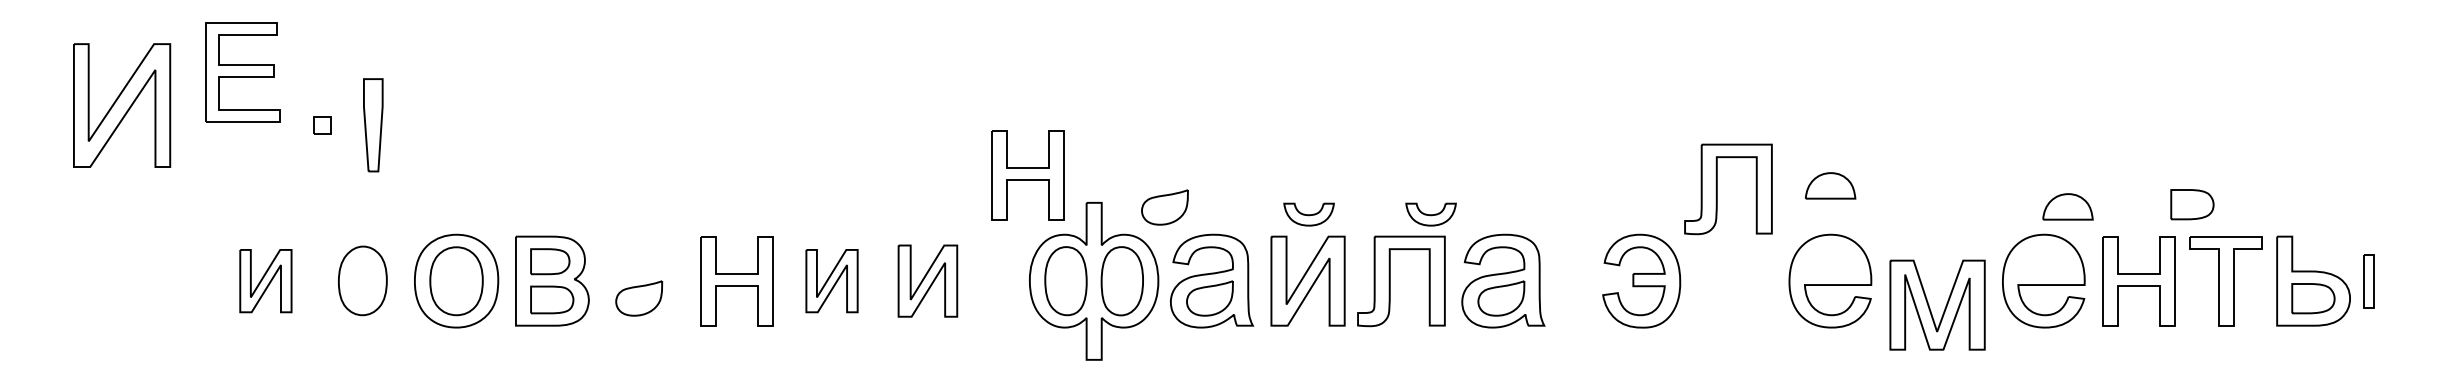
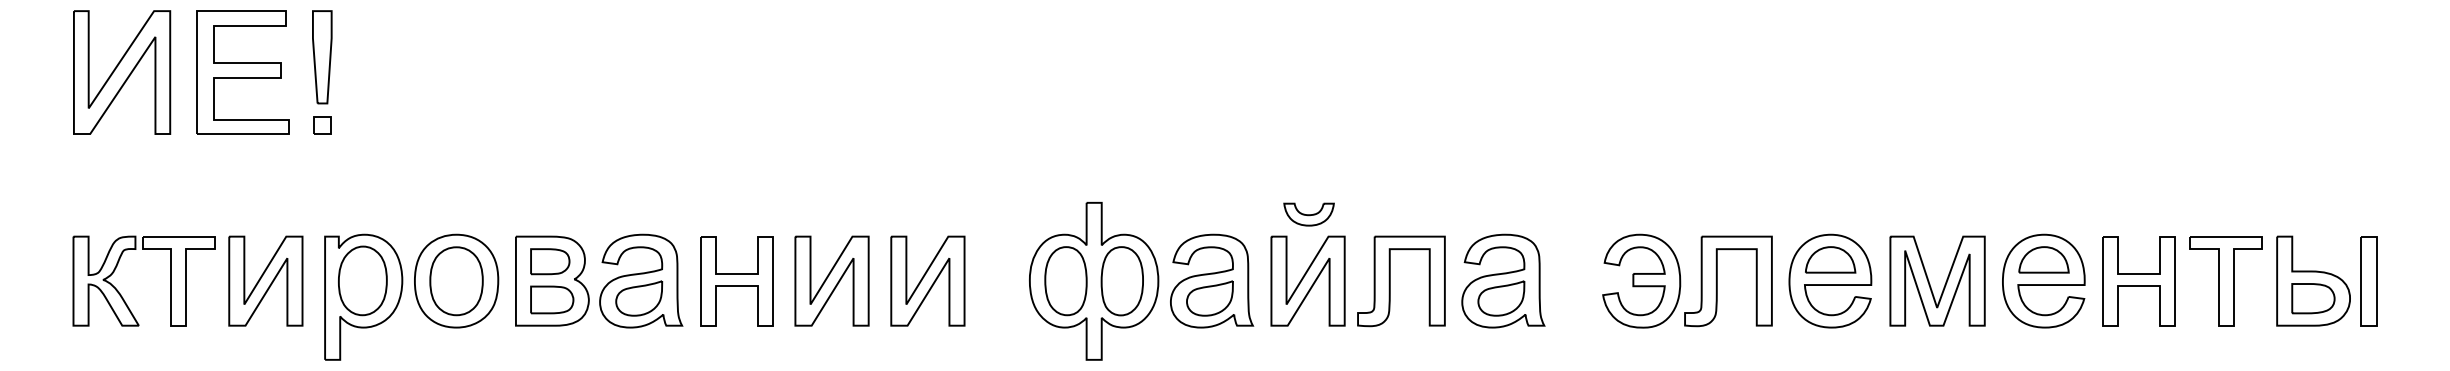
part at (242, 72) size: 76x101 px -> 94x125 px
part at (122, 105) position: (122, 105) -> (122, 72)
part at (373, 125) position: (373, 125) -> (322, 57)
part at (1027, 175): present -> none
part at (1830, 185) position: (1830, 185) -> (1830, 259)
part at (1717, 189) position: (1717, 189) -> (1717, 281)
part at (2192, 204): present -> none
part at (2067, 206) position: (2067, 206) -> (2043, 259)
part at (1164, 207): present -> none
part at (1430, 214): present -> none
part at (641, 280): none -> present
part at (927, 280) size: 62x74 px -> 76x92 px
part at (265, 281) size: 54x65 px -> 76x92 px
part at (831, 281) size: 54x65 px -> 76x92 px
part at (2368, 281) size: 12x55 px -> 18x91 px
part at (121, 294): none -> present
part at (363, 296): none -> present
part at (1930, 307) position: (1930, 307) -> (1930, 283)
